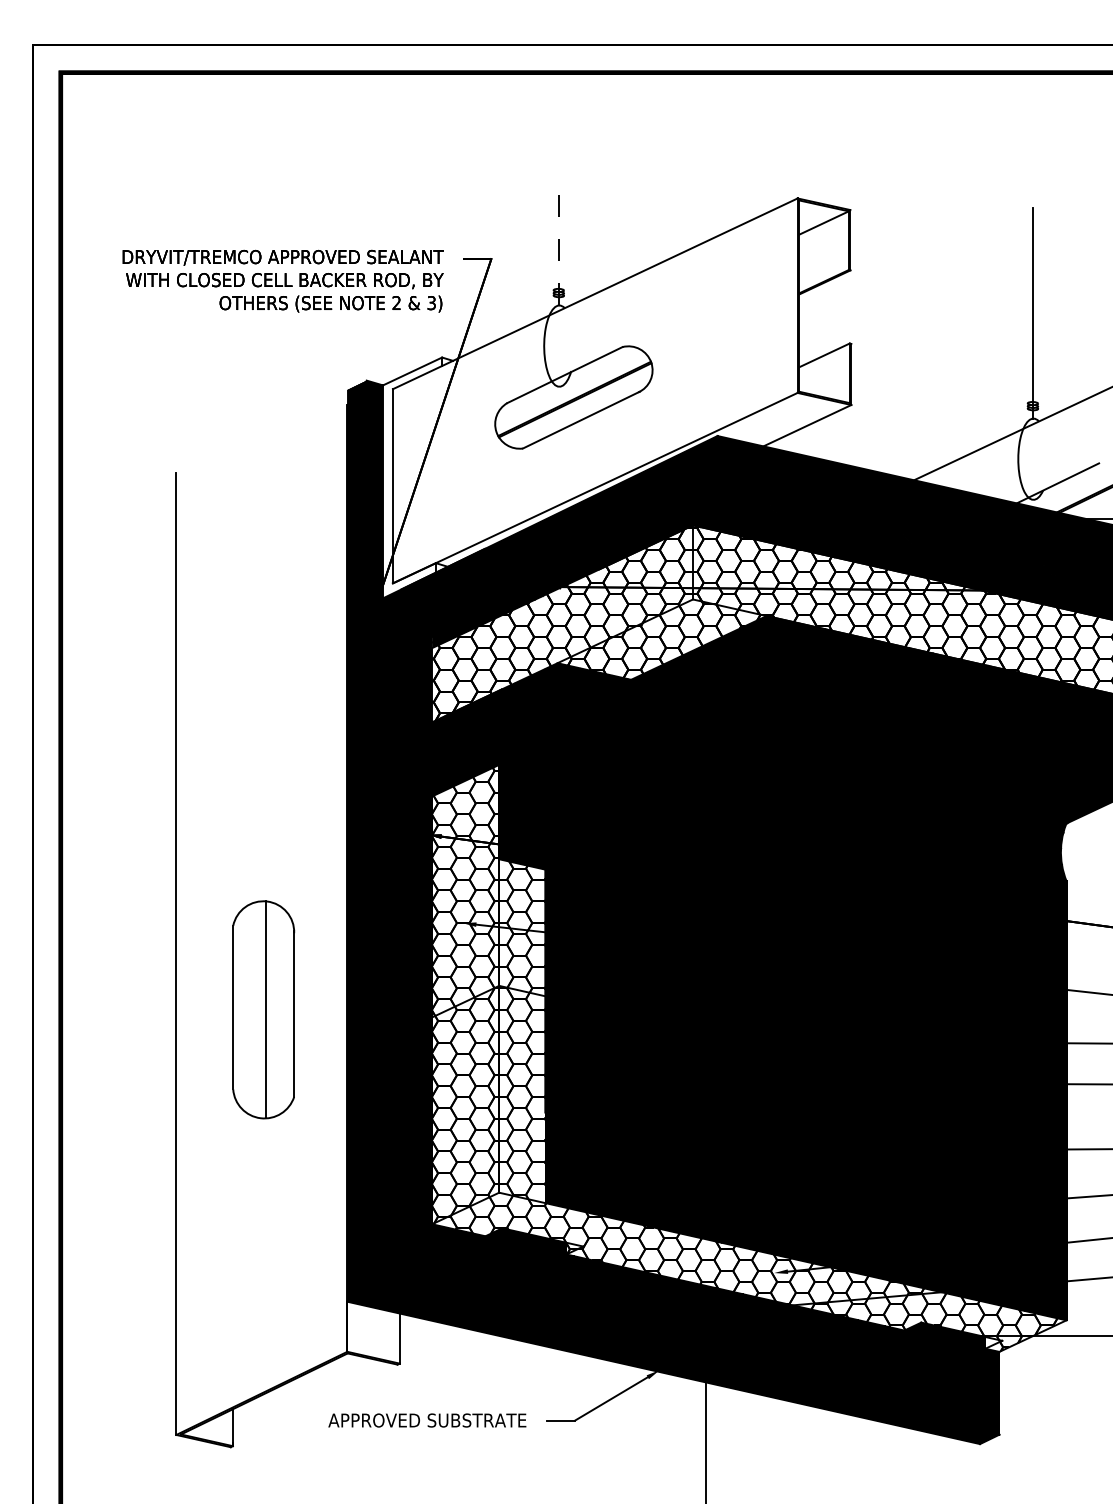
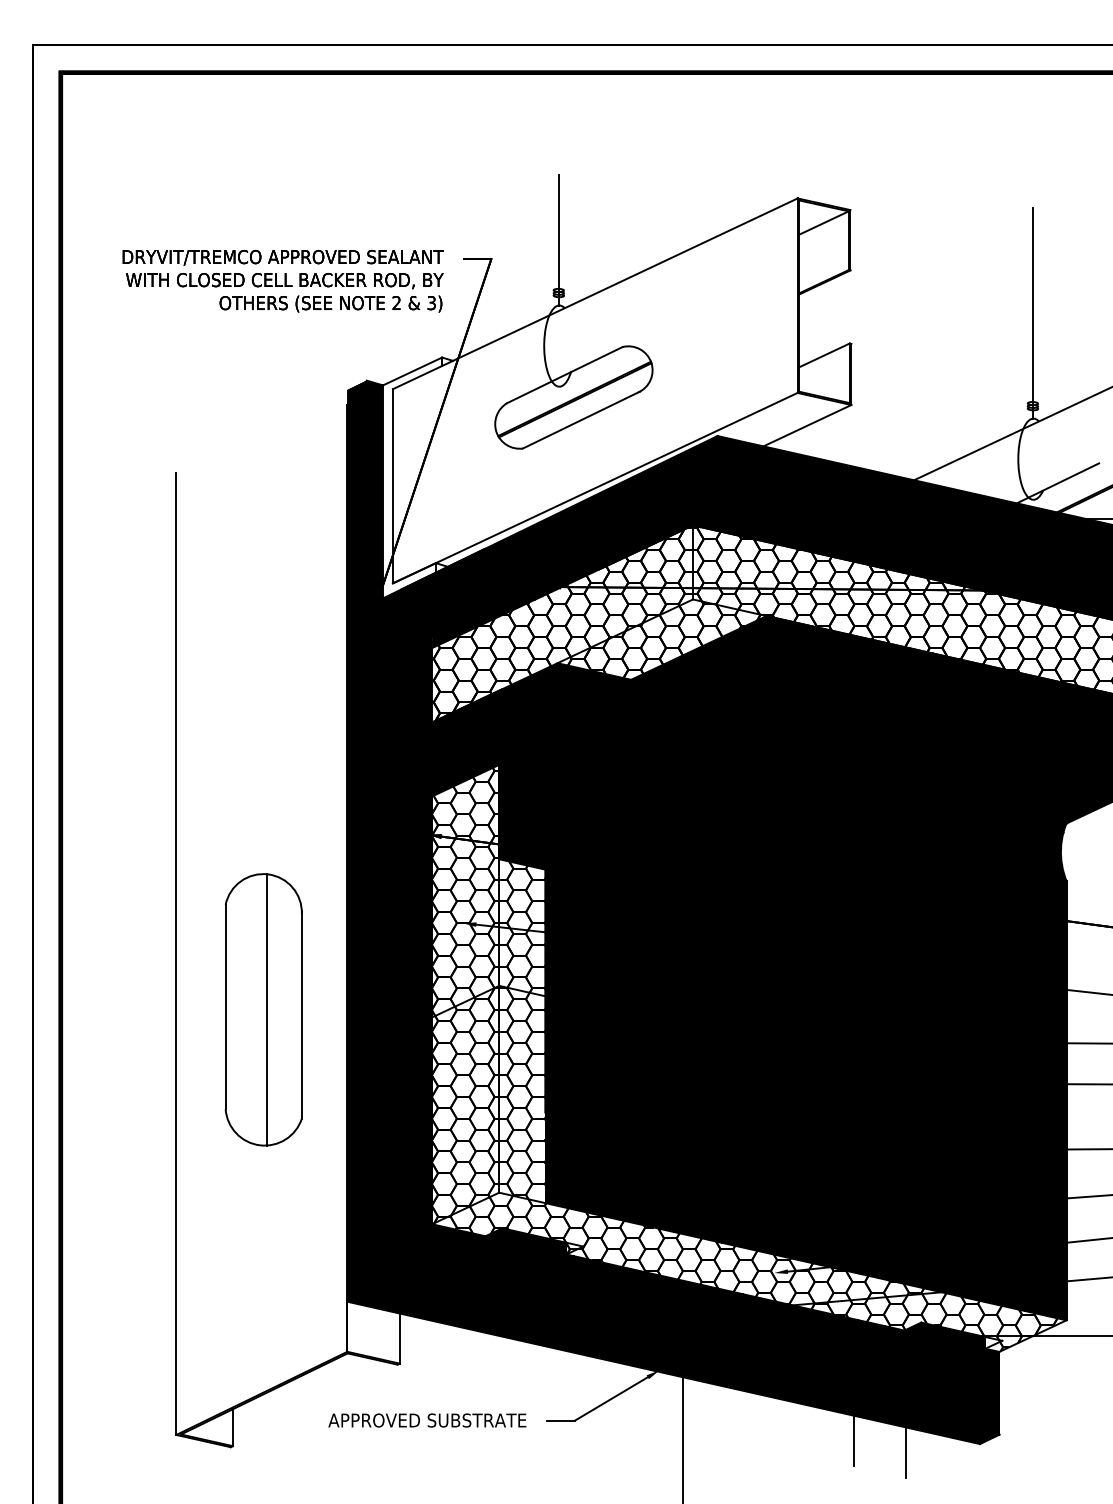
line at (559, 240): dashed -> solid
part at (263, 1009) size: 64x220 px -> 79x274 px
line at (706, 1438) position: (706, 1438) -> (683, 1438)
line at (854, 1440): none -> present
line at (906, 1452): none -> present
